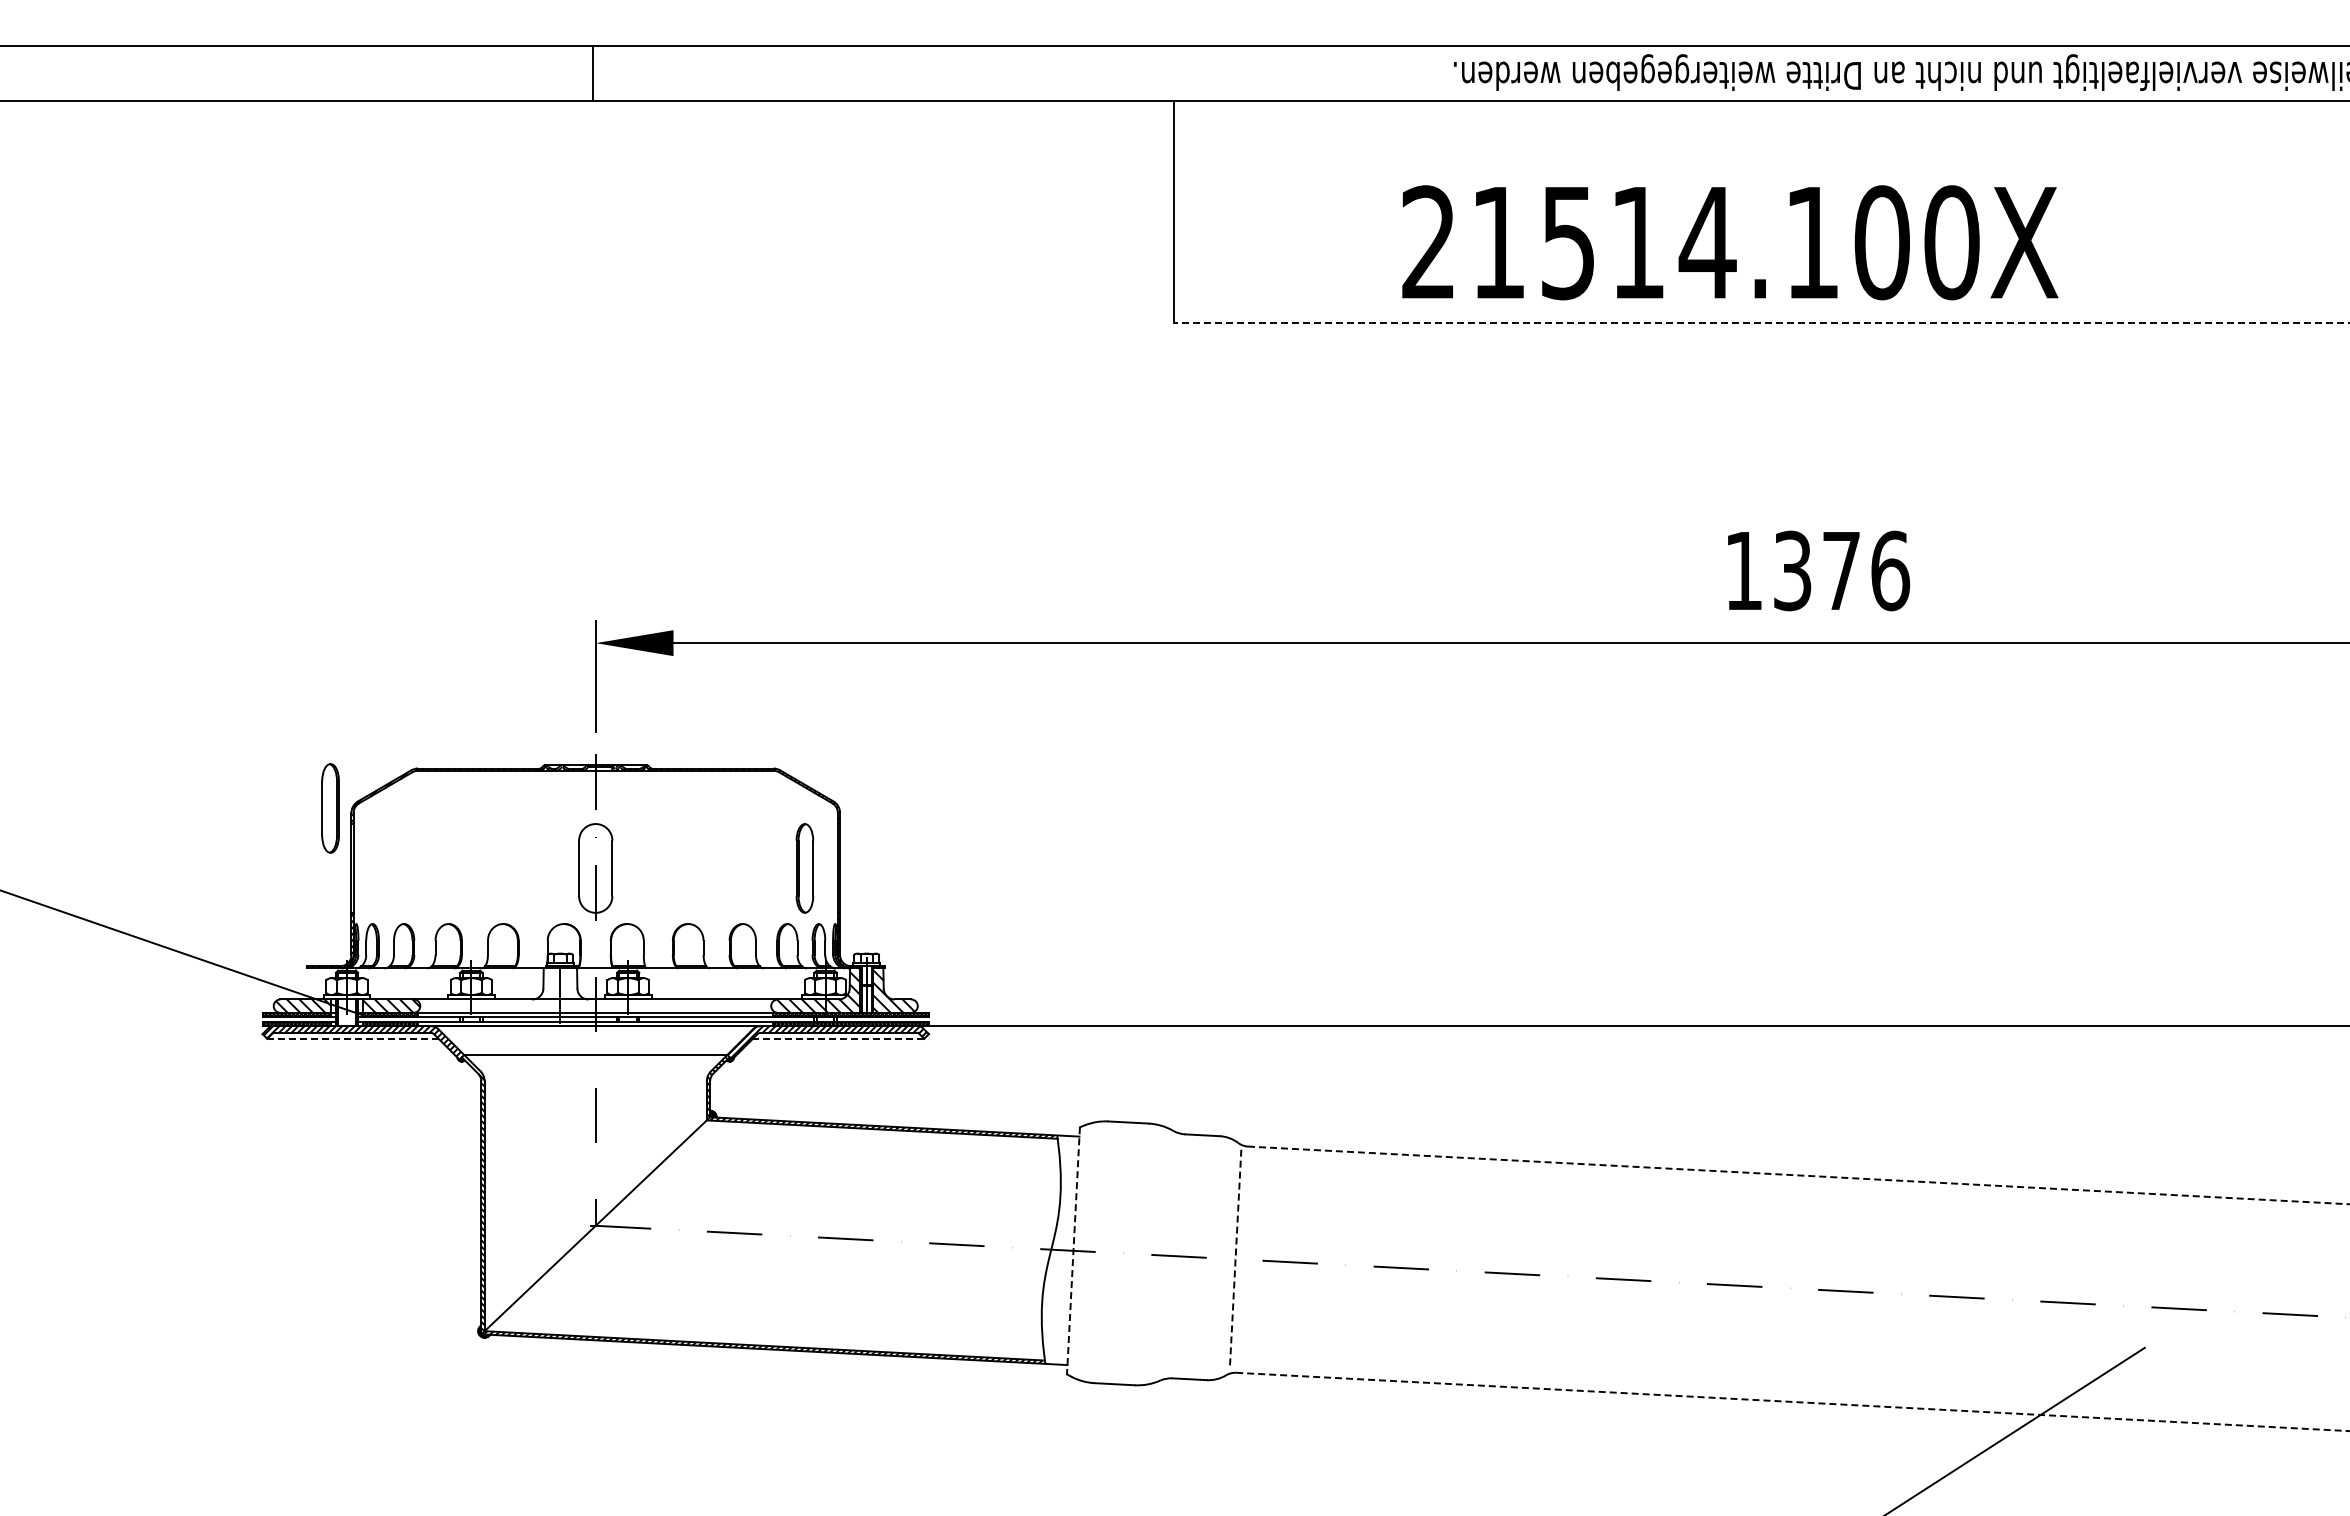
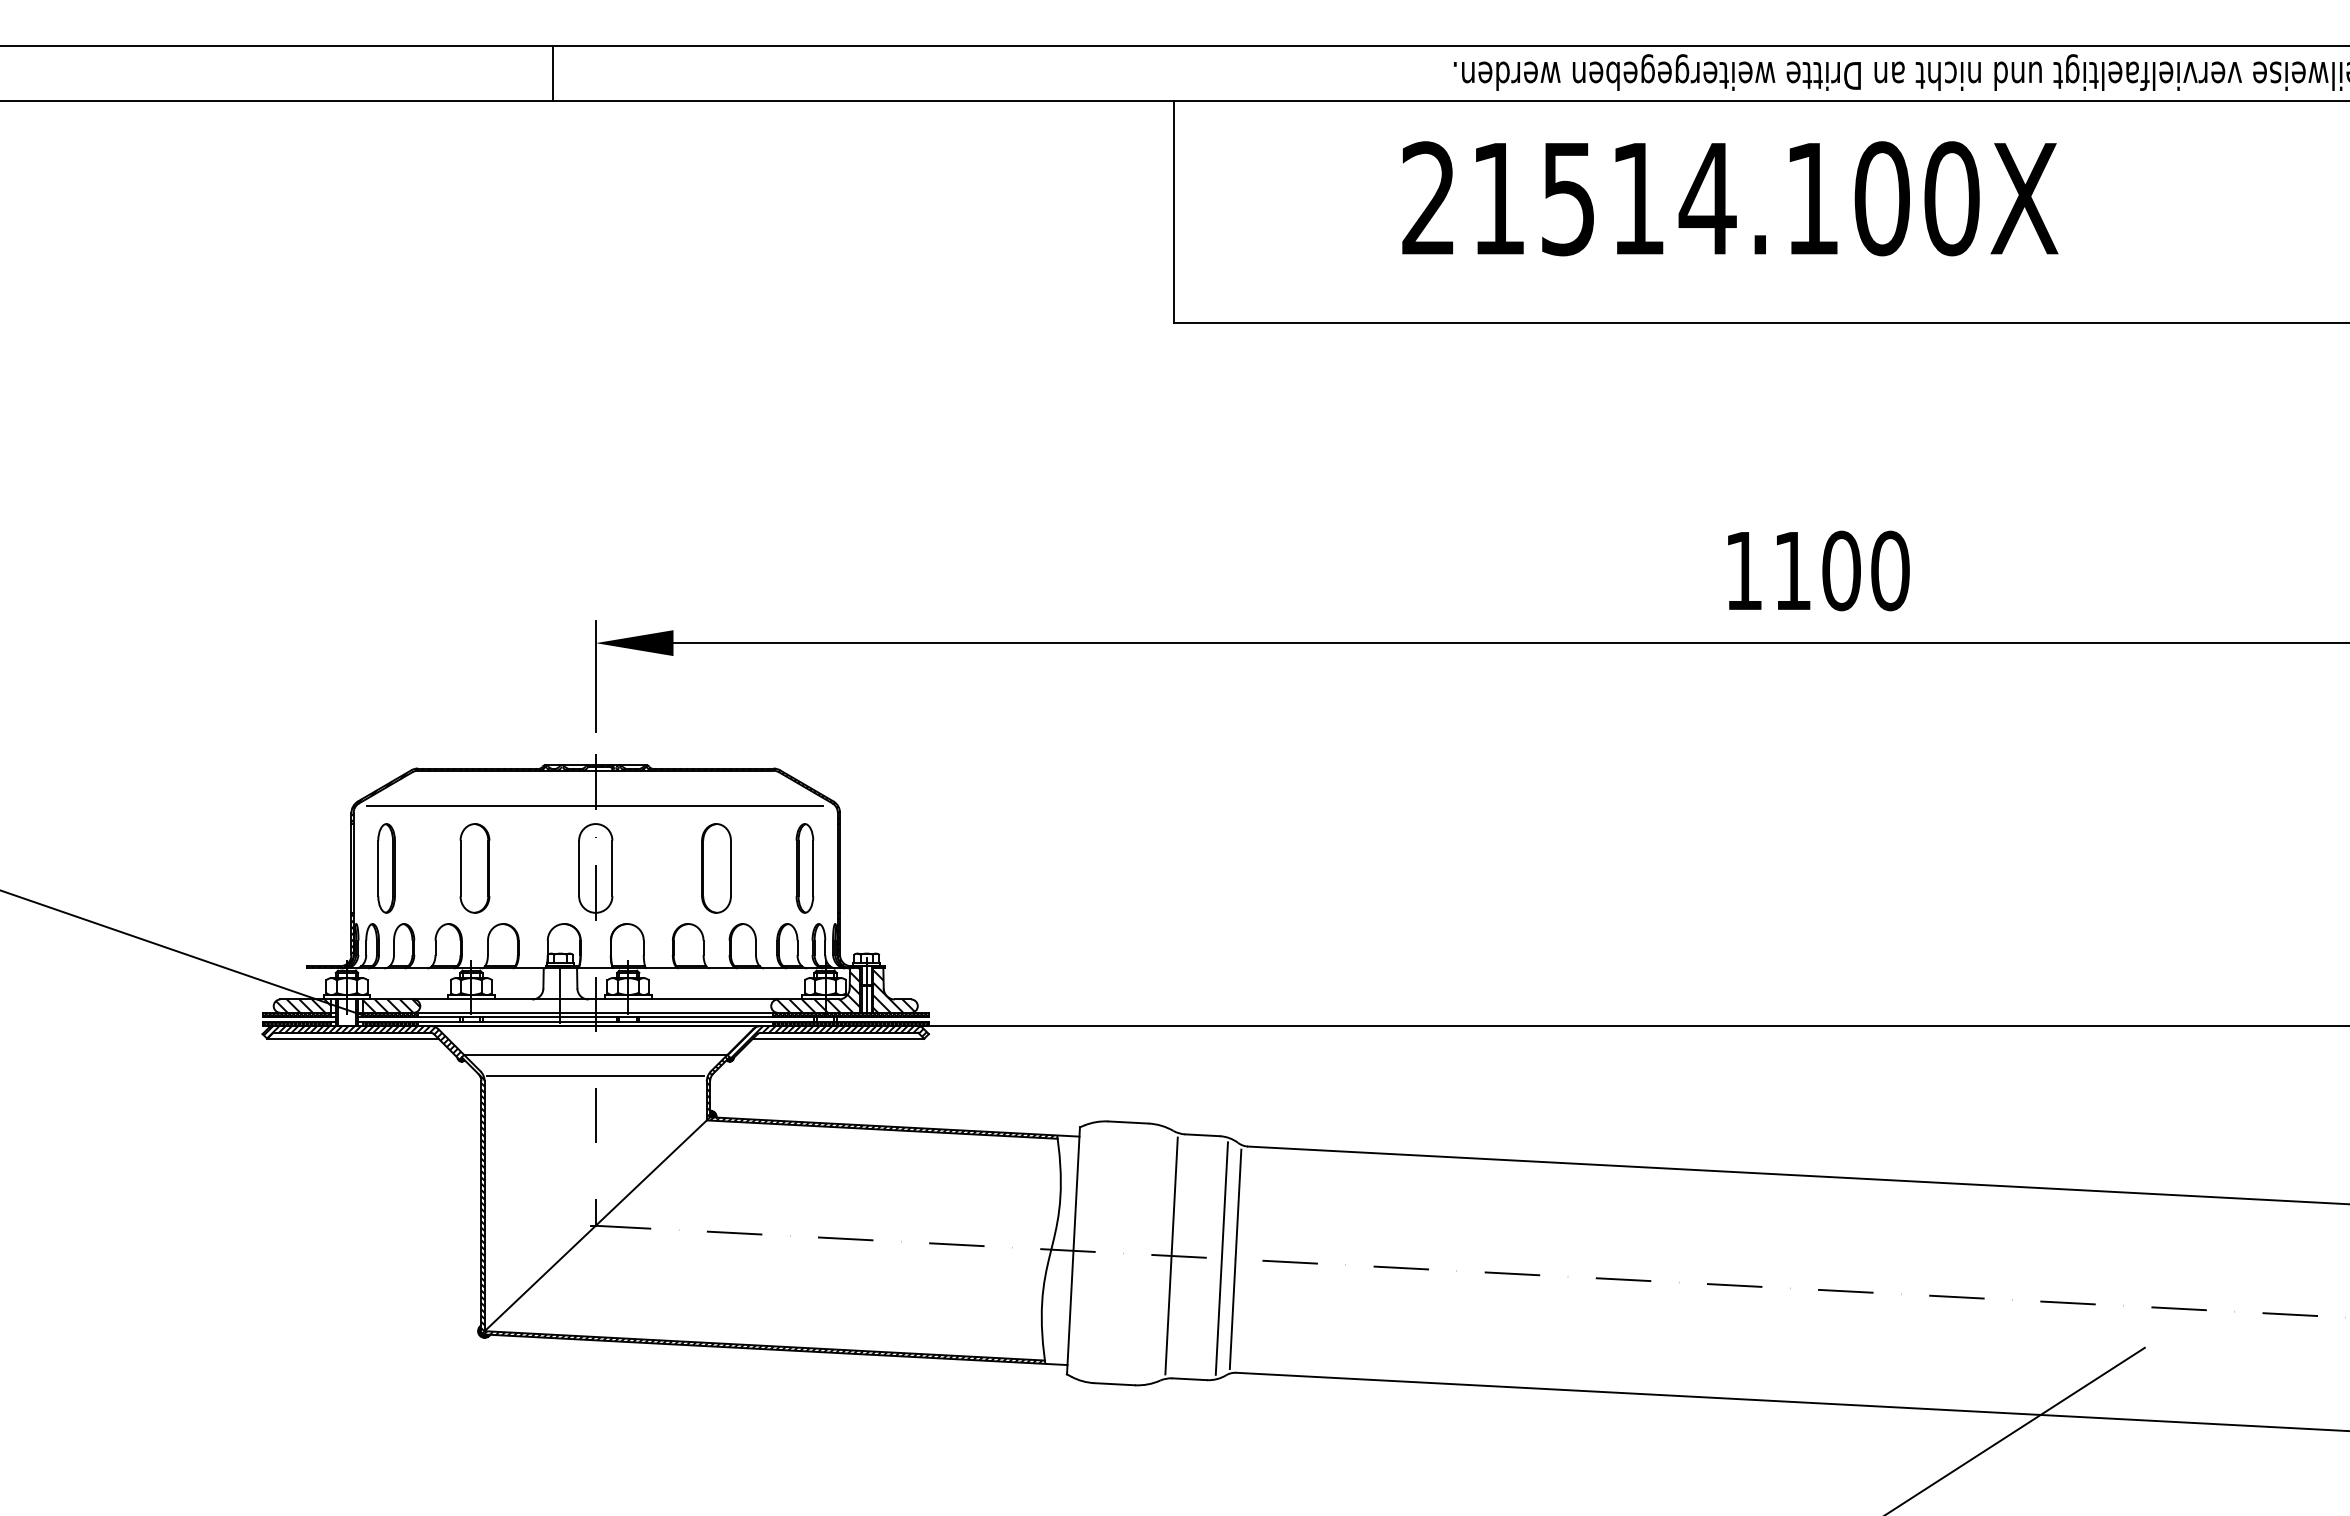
line at (592, 73) position: (592, 73) -> (552, 73)
text at (1730, 242) position: (1730, 242) -> (1730, 198)
line at (1761, 323): dashed -> solid
text at (1842, 570): 1376 -> 1100
line at (595, 806): none -> present
part at (330, 808) position: (330, 808) -> (386, 868)
part at (474, 868): none -> present
part at (716, 868): none -> present
line at (352, 1038): dashed -> solid
line at (838, 1038): dashed -> solid
line at (595, 1075): none -> present
line at (1799, 1175): dashed -> solid
line at (1073, 1250): dashed -> solid
line at (1171, 1255): none -> present
line at (1221, 1258): none -> present
line at (1235, 1259): dashed -> solid
line at (1793, 1401): dashed -> solid
